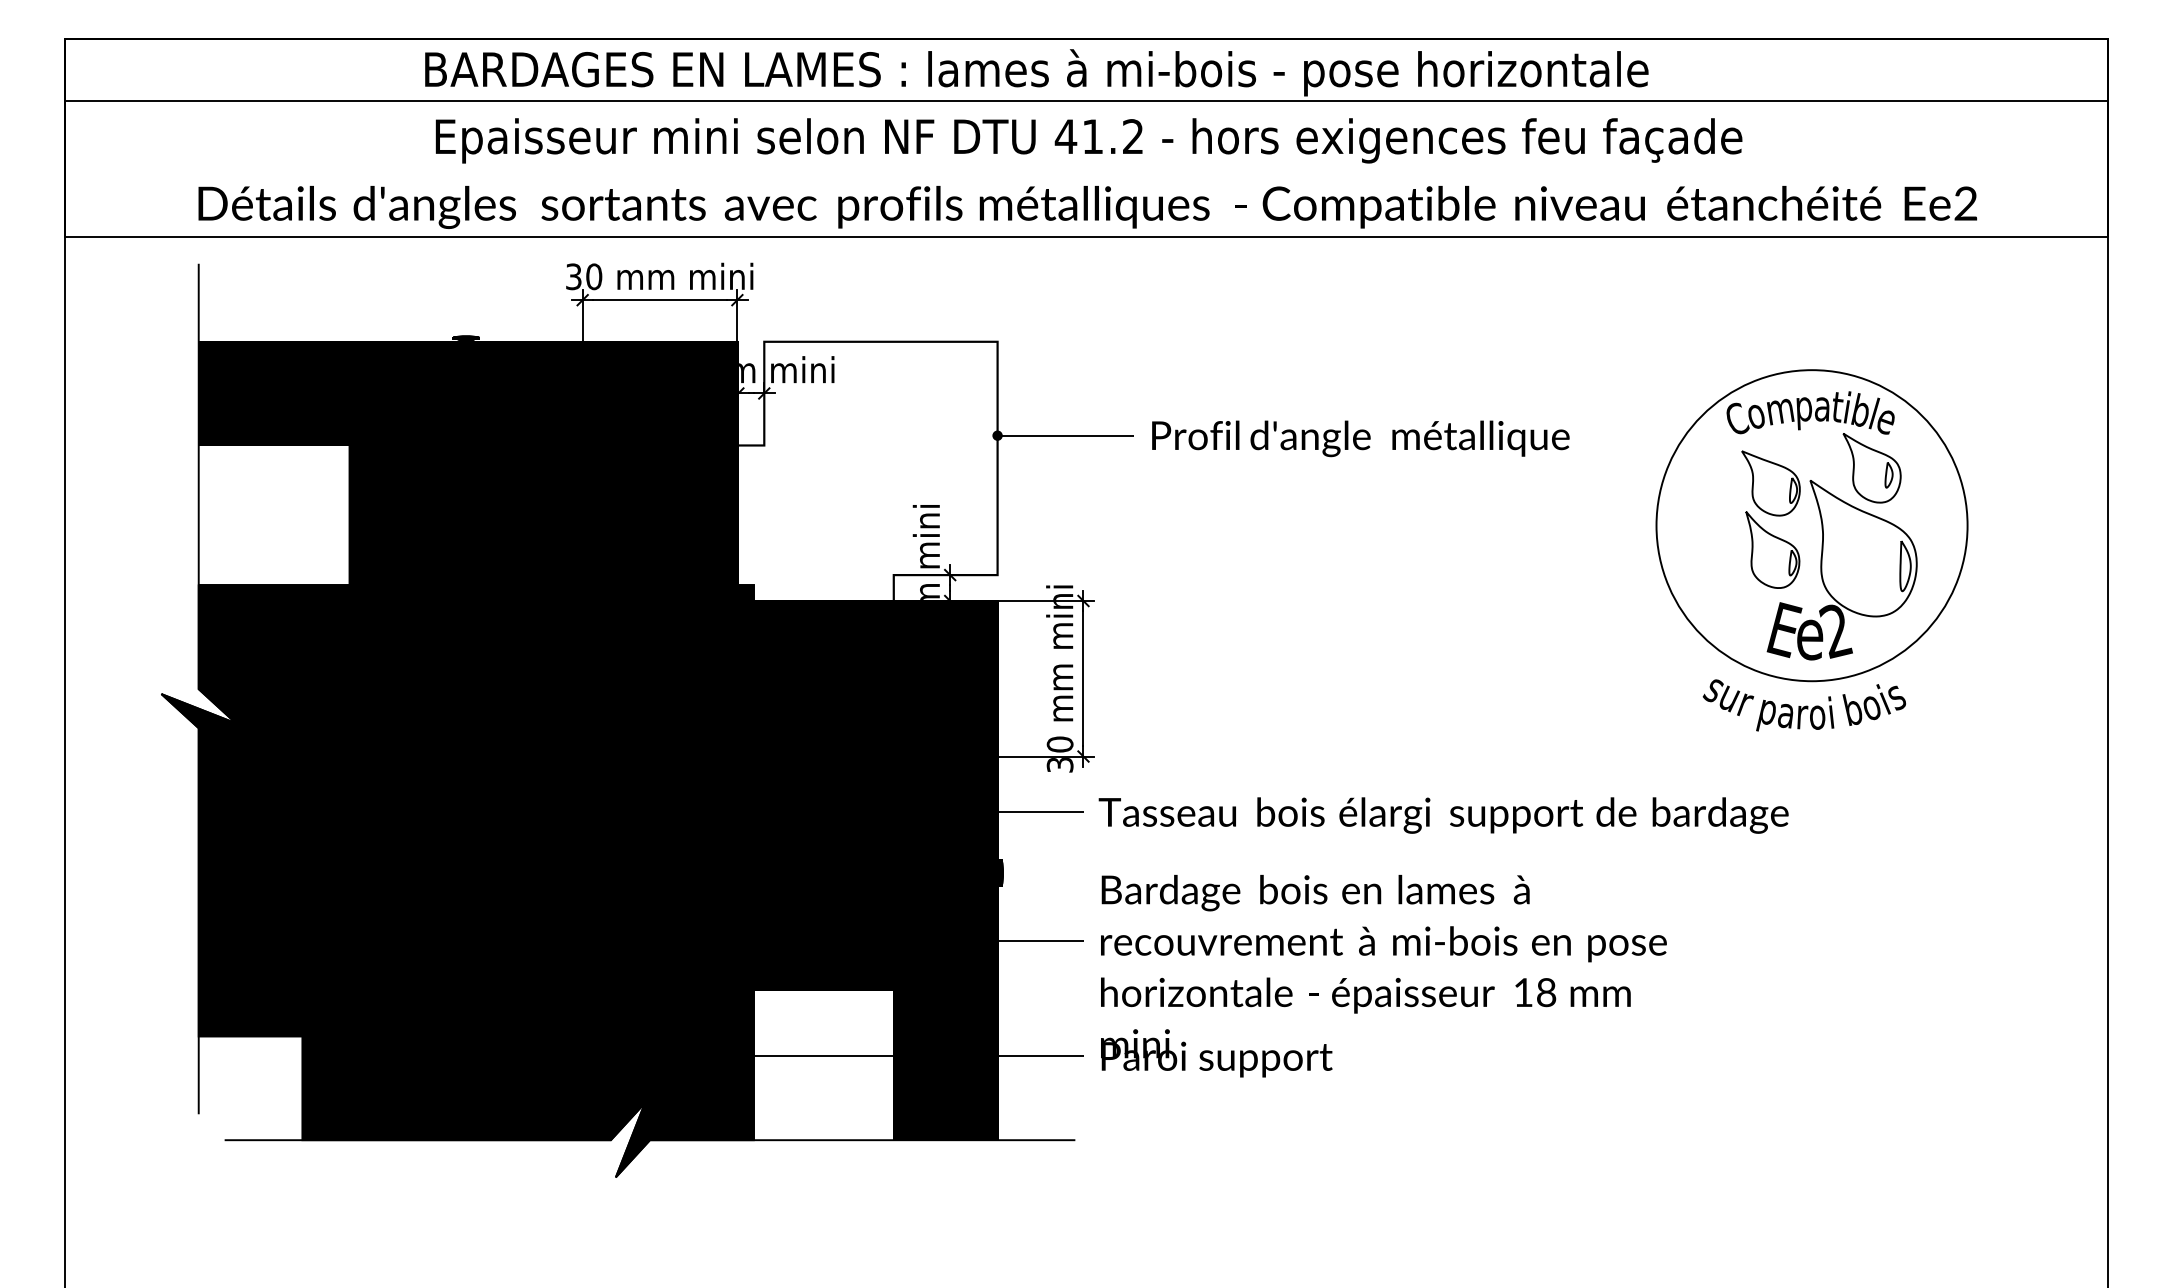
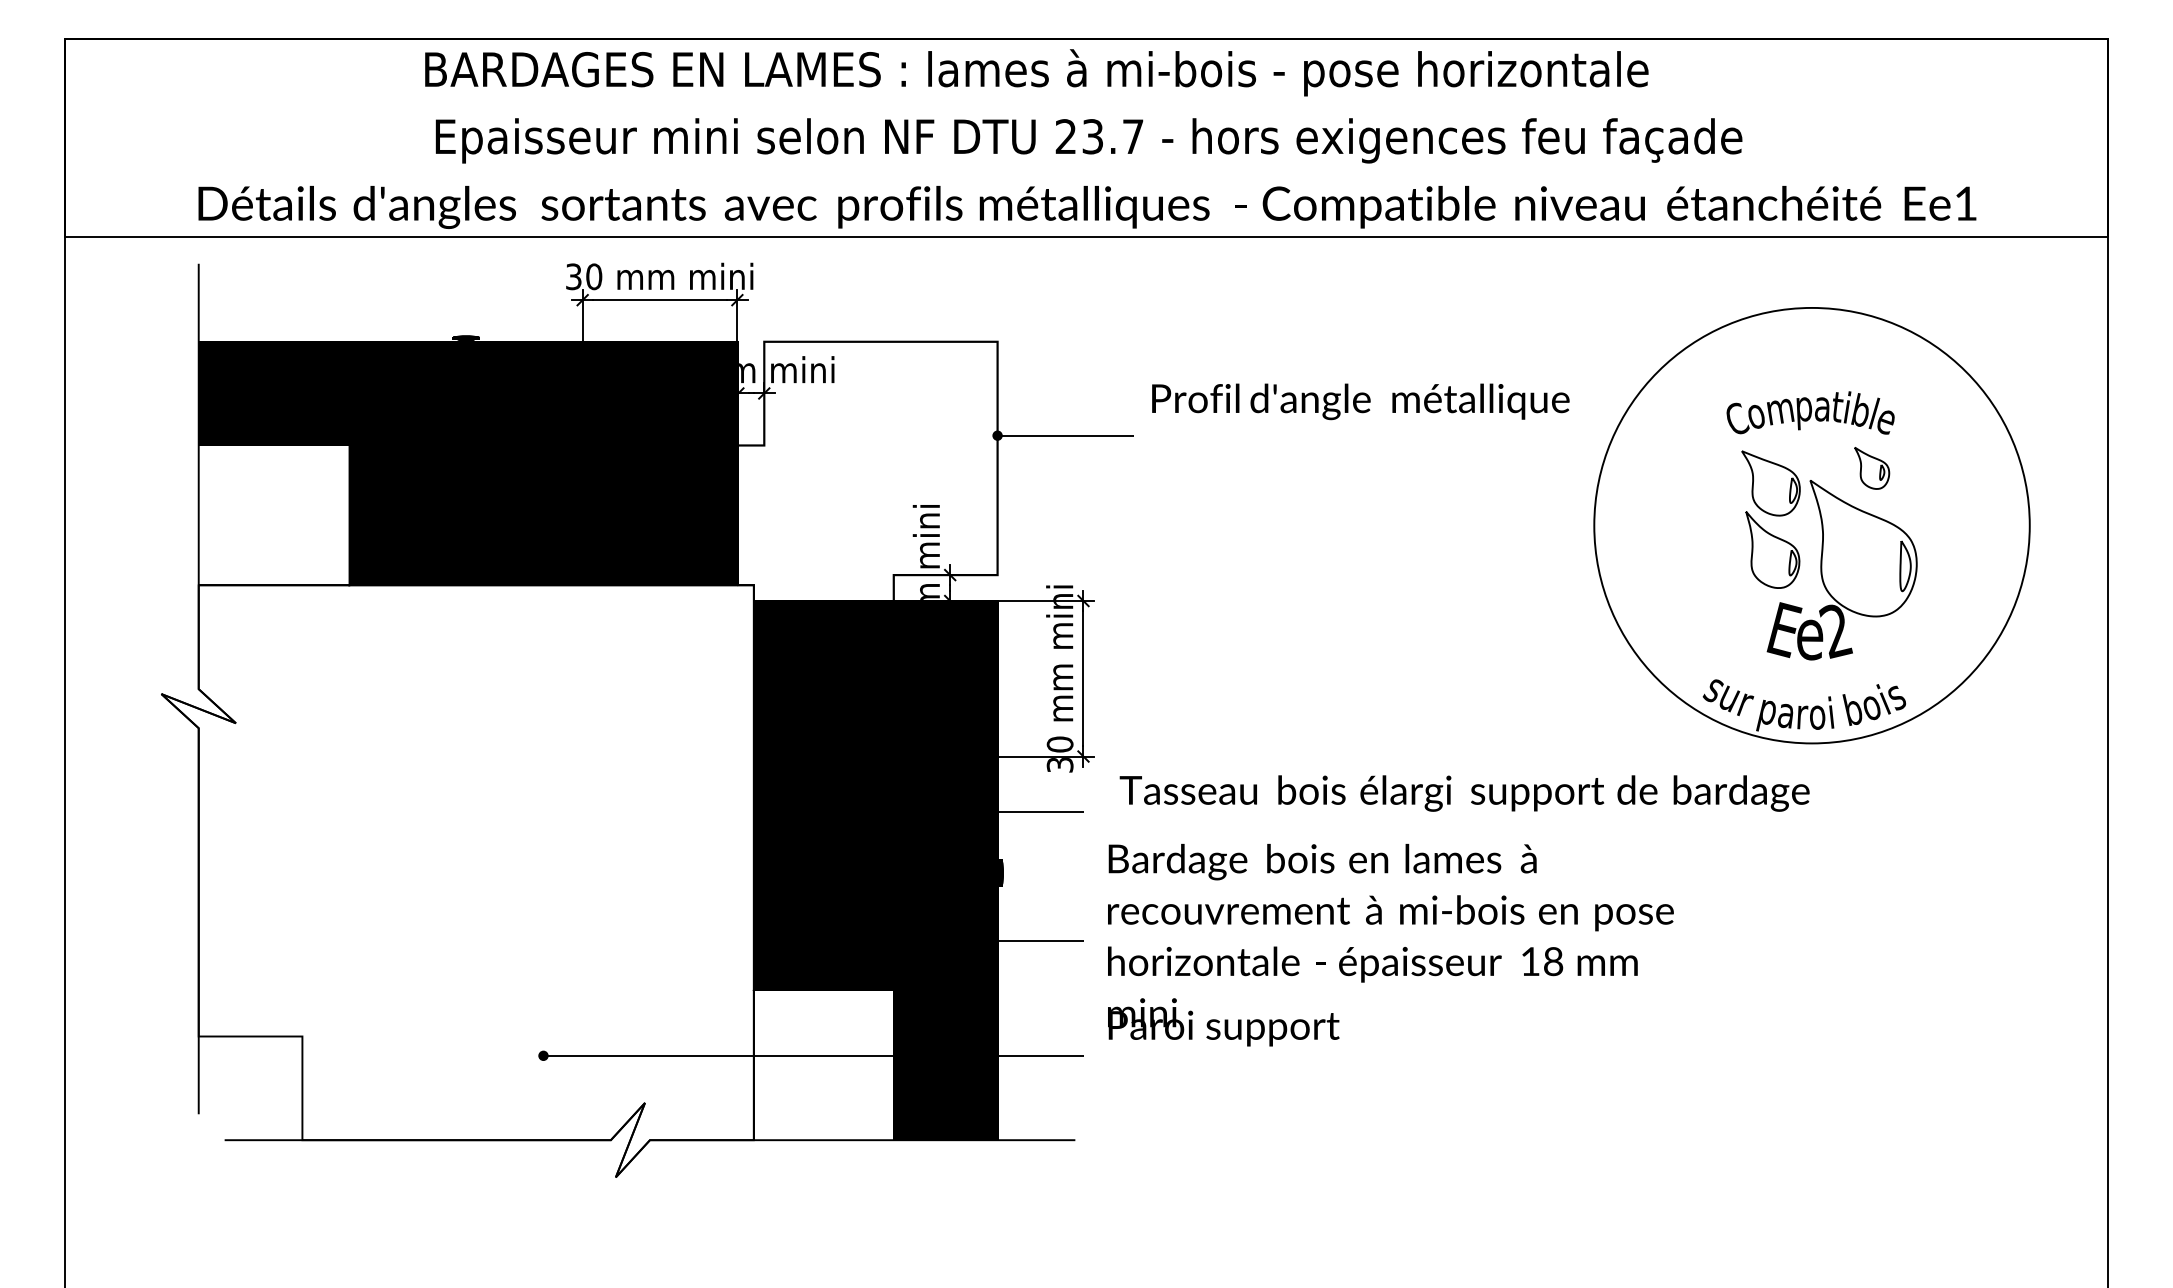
line at (1086, 100): present -> none
text at (1098, 136): 41.2 -> 23.7
text at (1965, 203): Ee2 -> Ee1
text at (1360, 438) position: (1360, 438) -> (1360, 401)
part at (1871, 468) size: 60x71 px -> 37x43 px
circle at (1811, 525) diameter: 311 px -> 435 px
text at (1443, 815) position: (1443, 815) -> (1464, 793)
fill at (457, 881): present -> none
text at (1383, 976) position: (1383, 976) -> (1390, 945)
